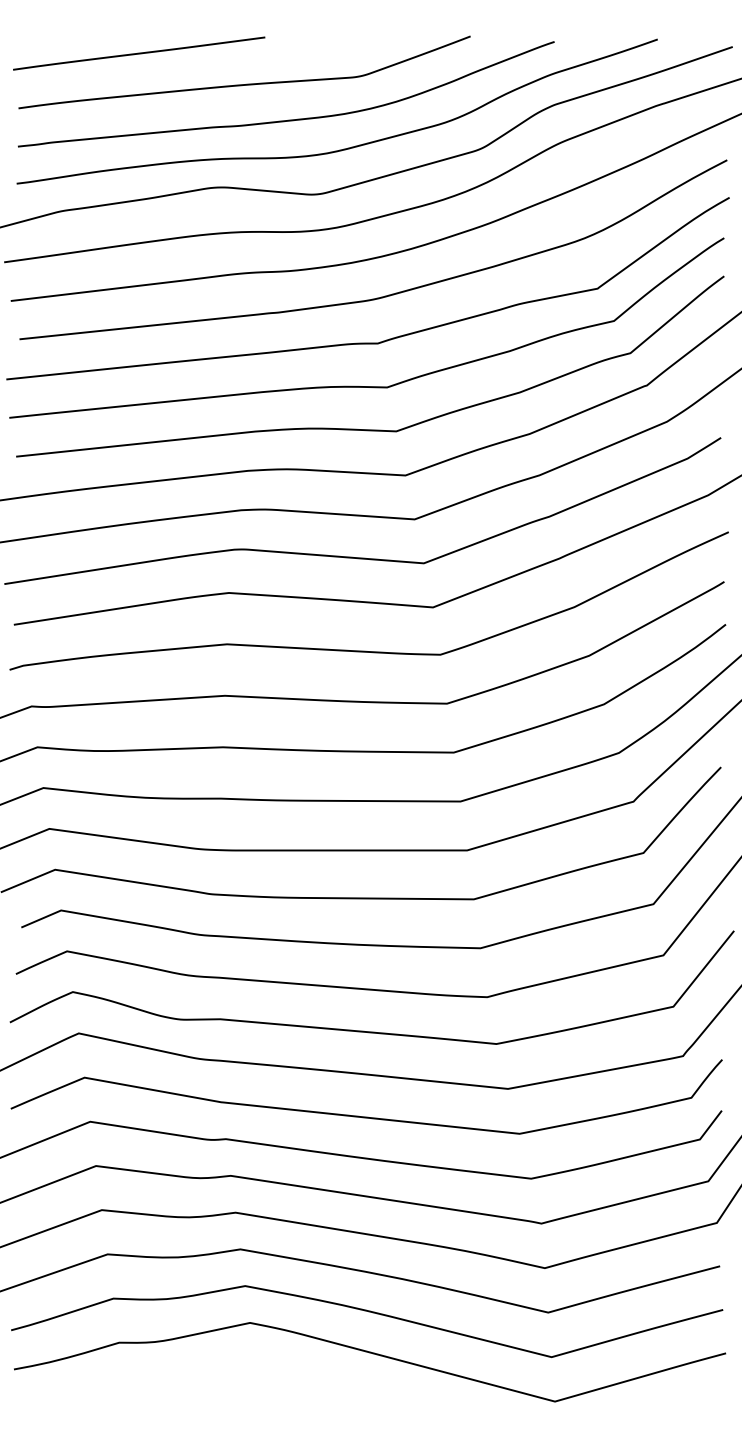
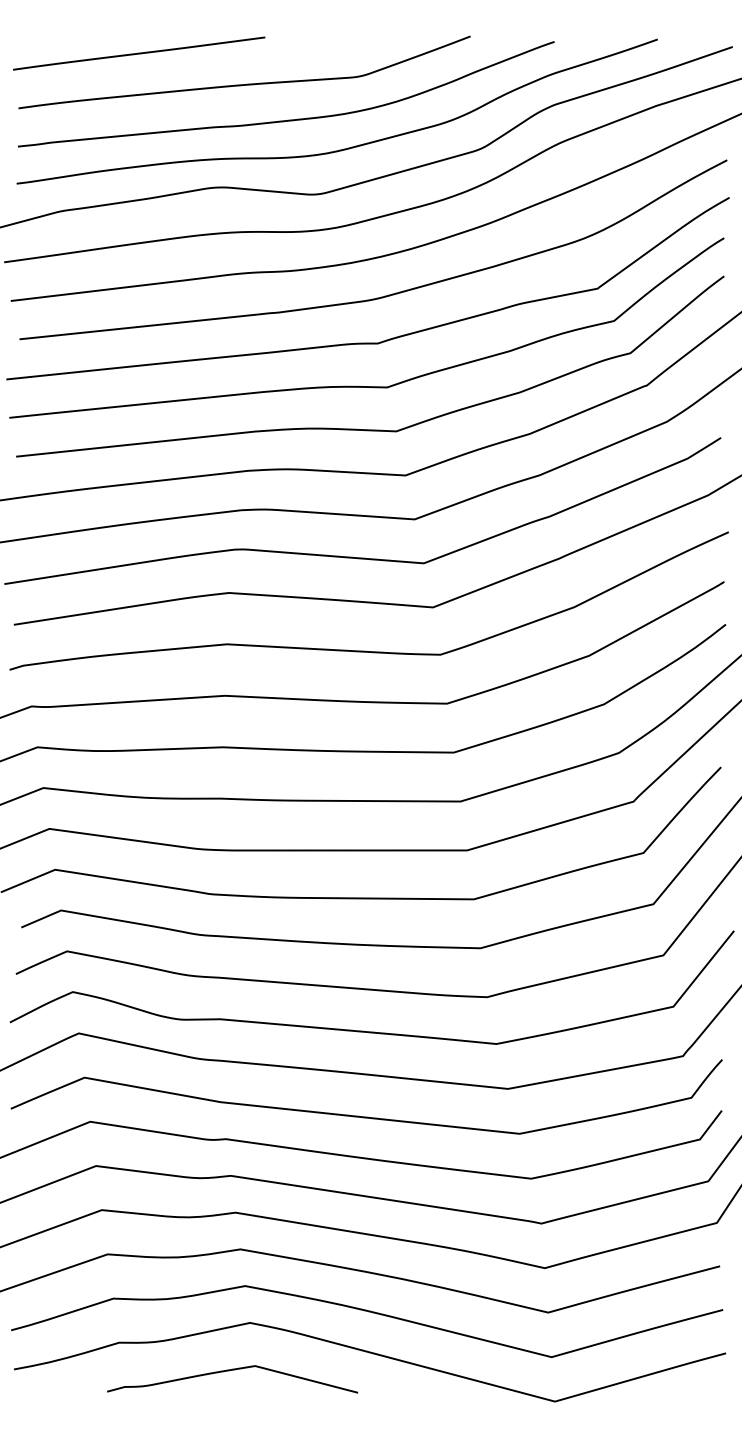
curve at (229, 1371): none -> present
